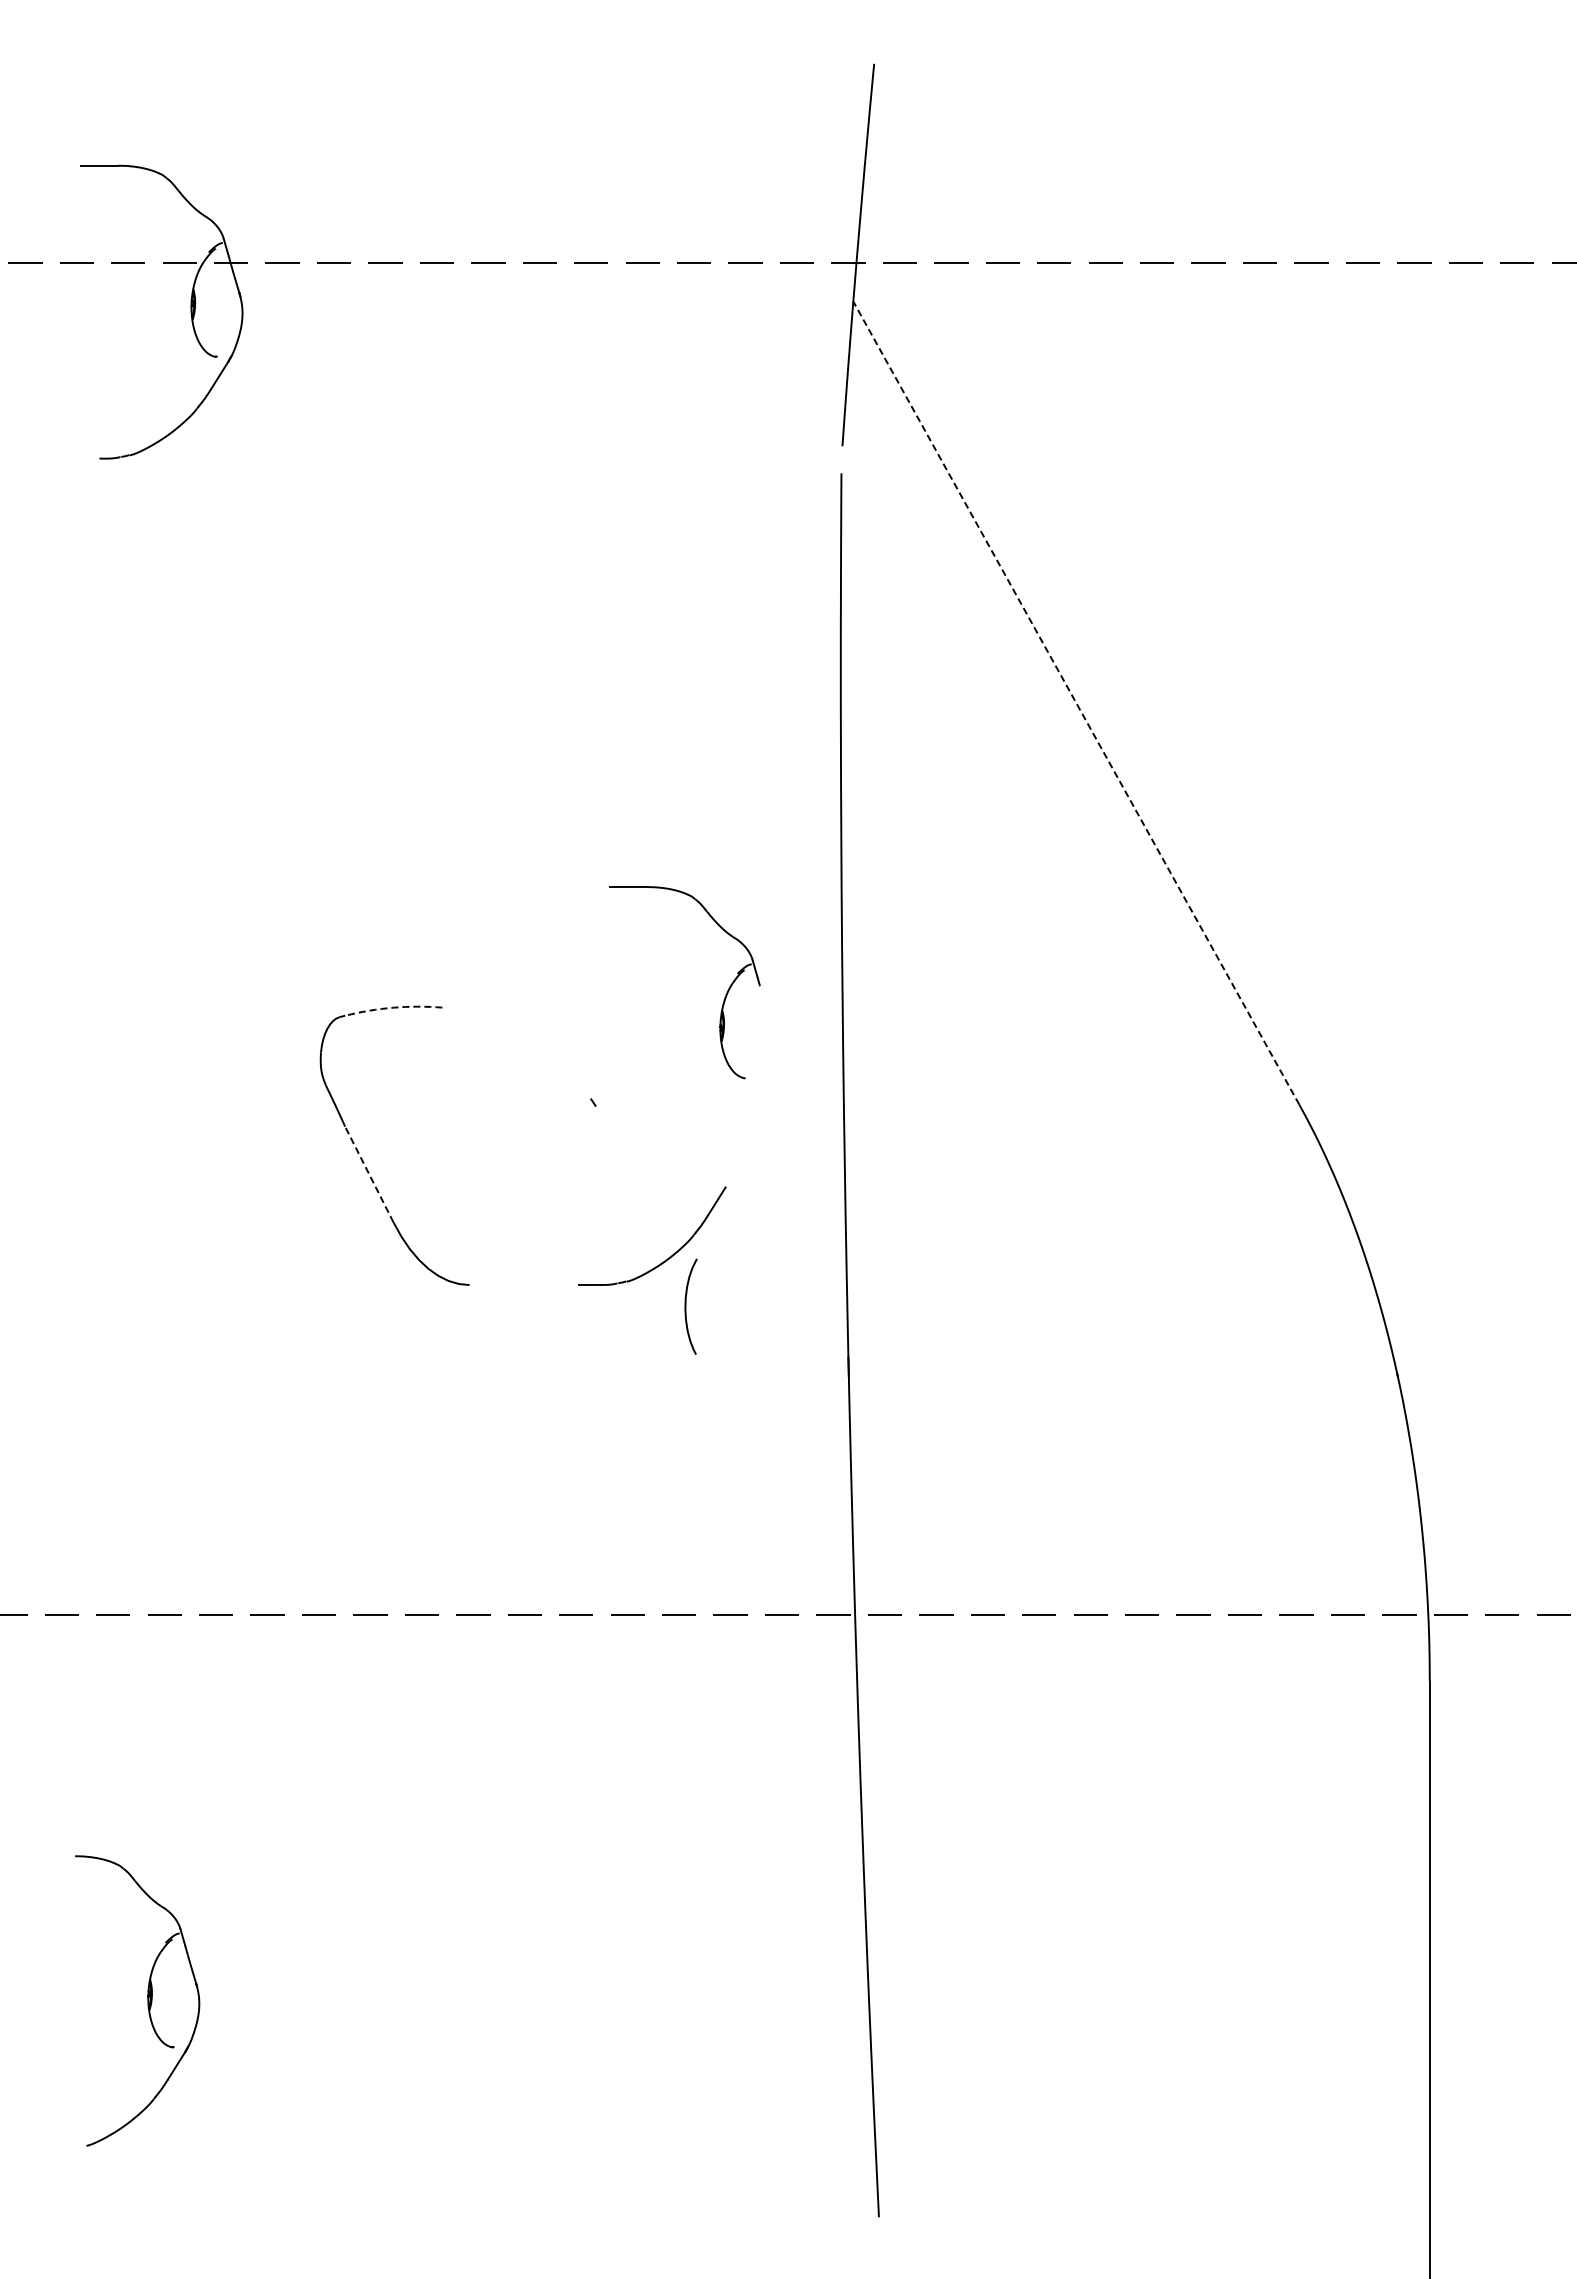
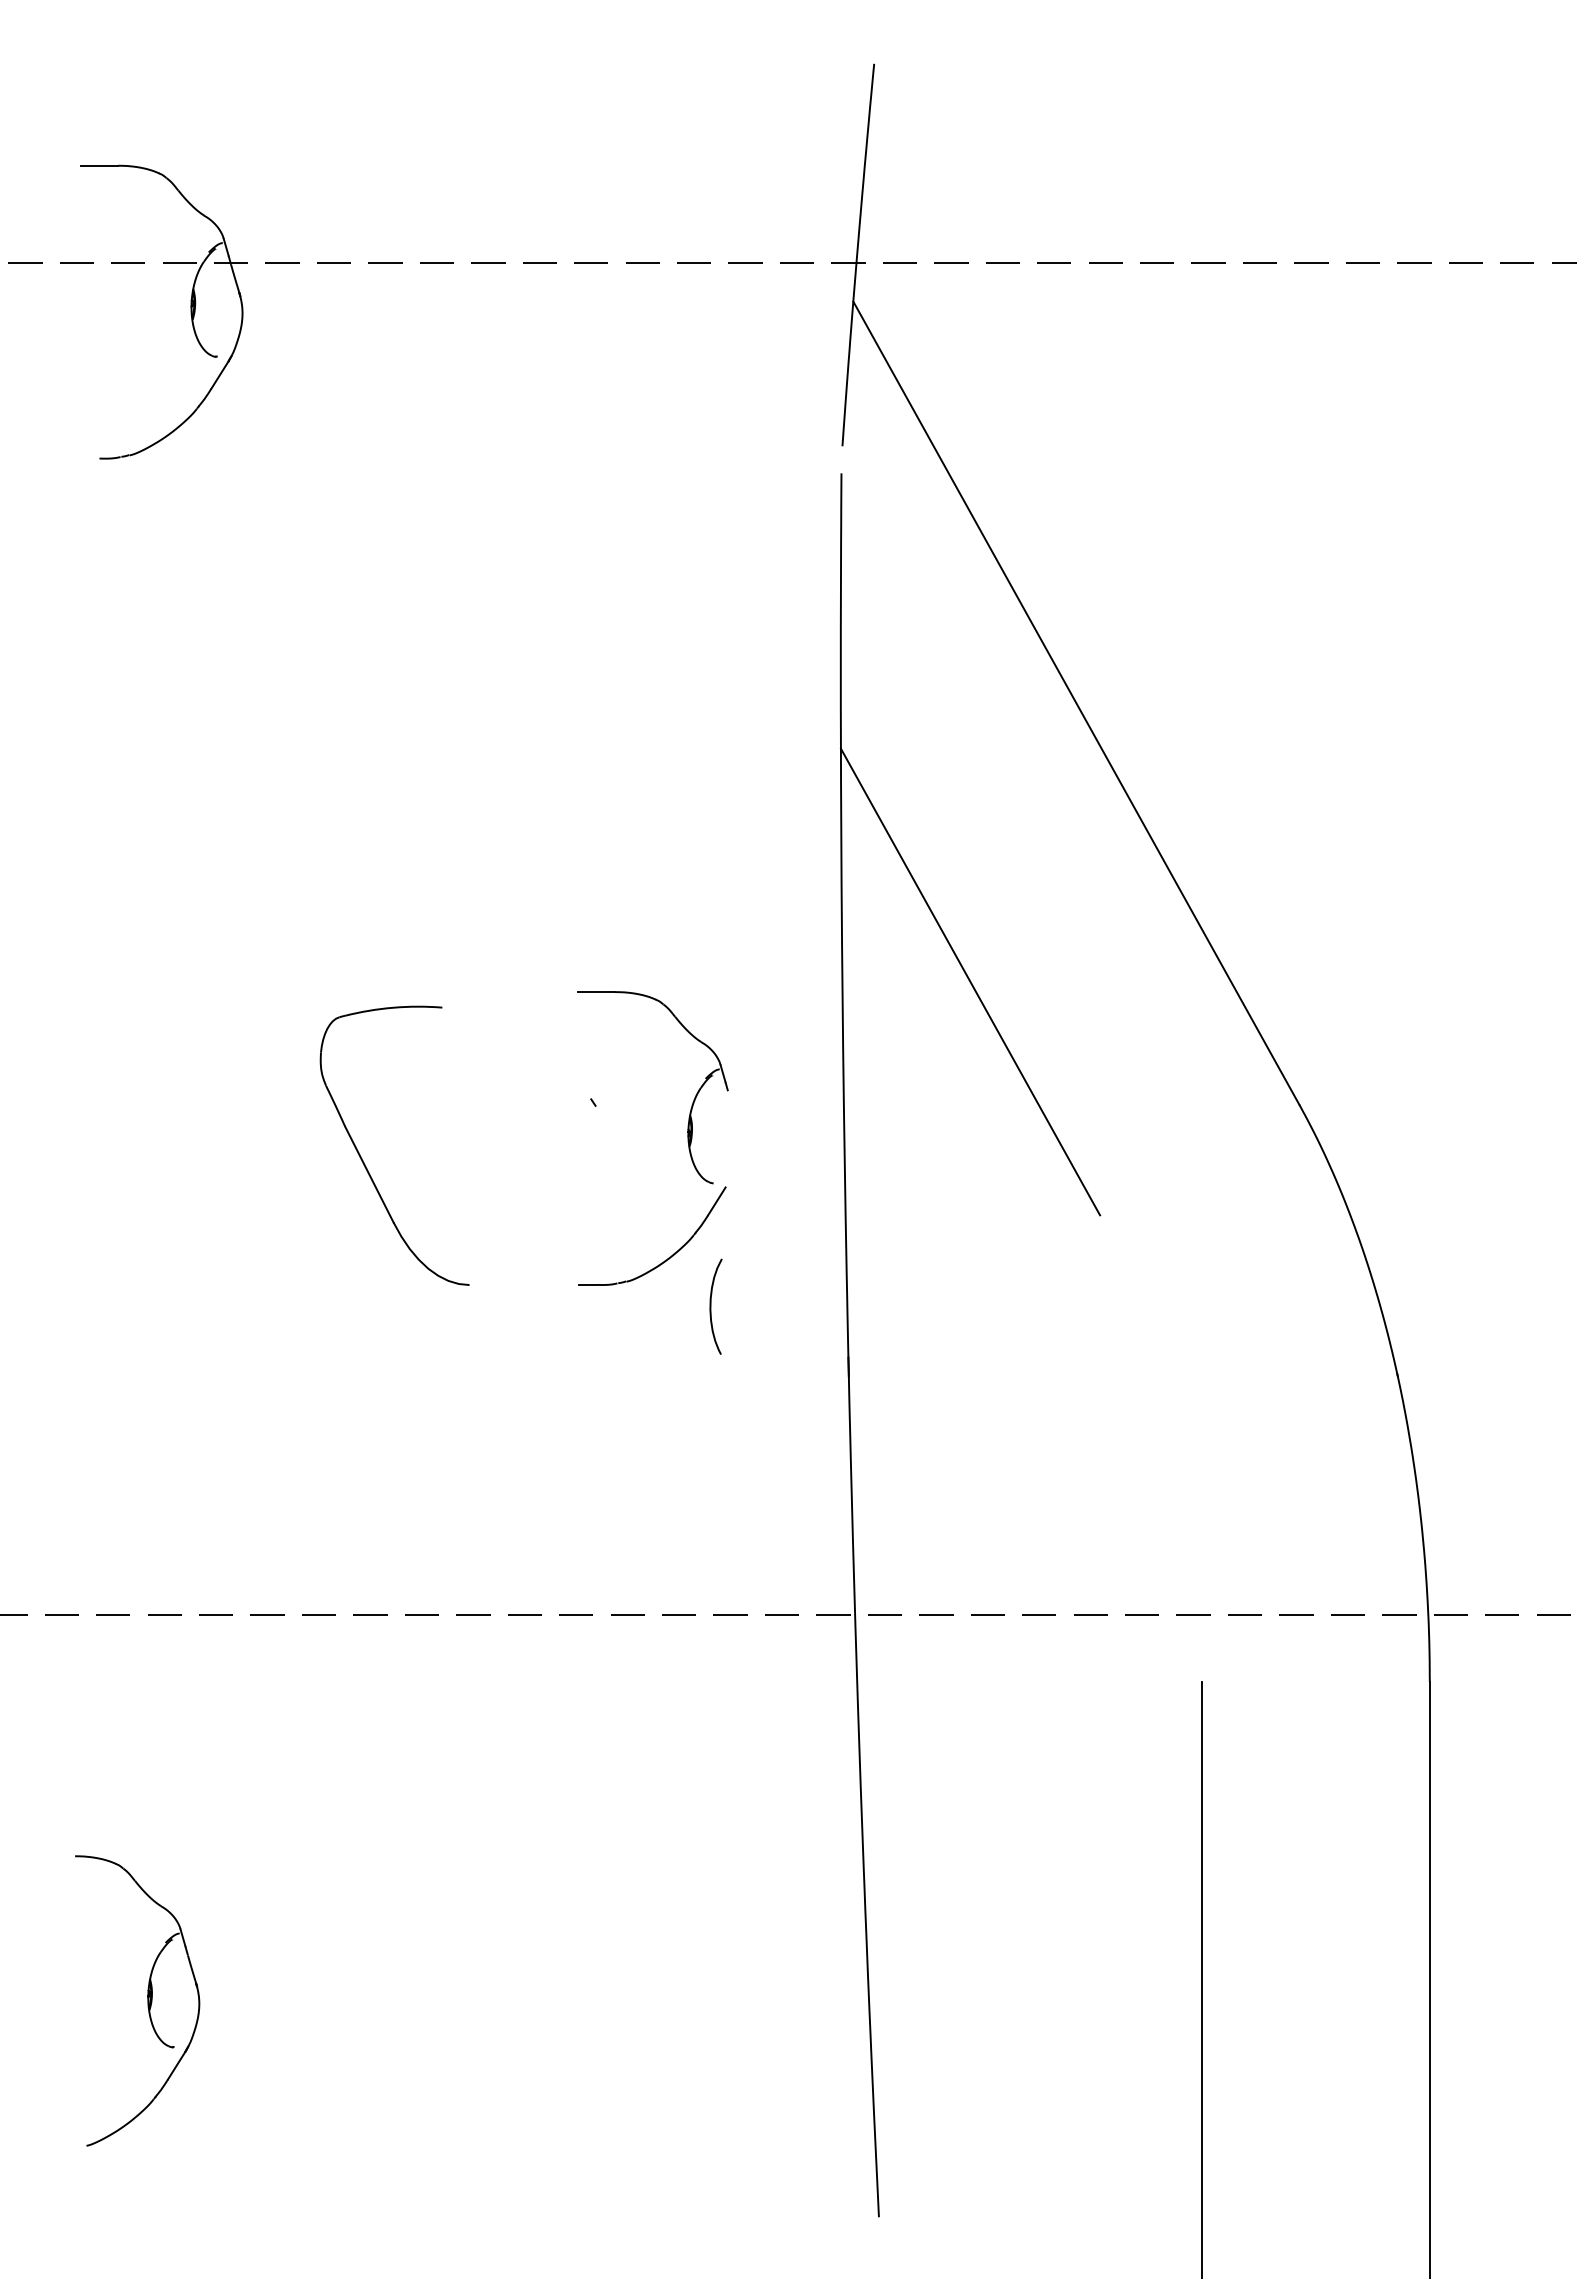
line at (1076, 702): dashed -> solid
line at (970, 981): none -> present
part at (725, 994) position: (725, 994) -> (693, 1099)
arc at (393, 1007): dashed -> solid
line at (369, 1174): dashed -> solid
curve at (686, 1306) position: (686, 1306) -> (711, 1306)
line at (1201, 1978): none -> present
